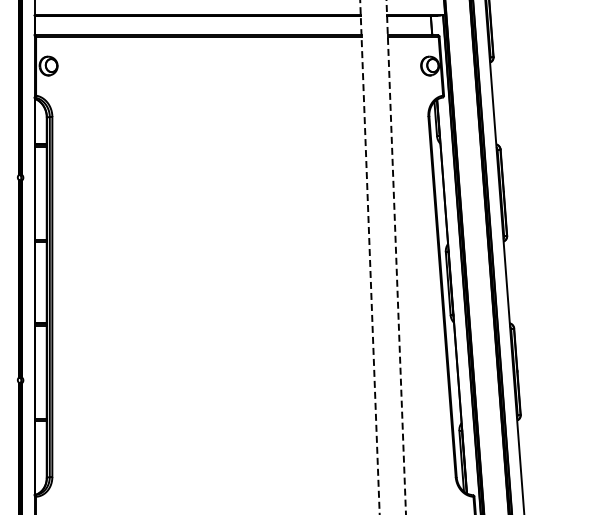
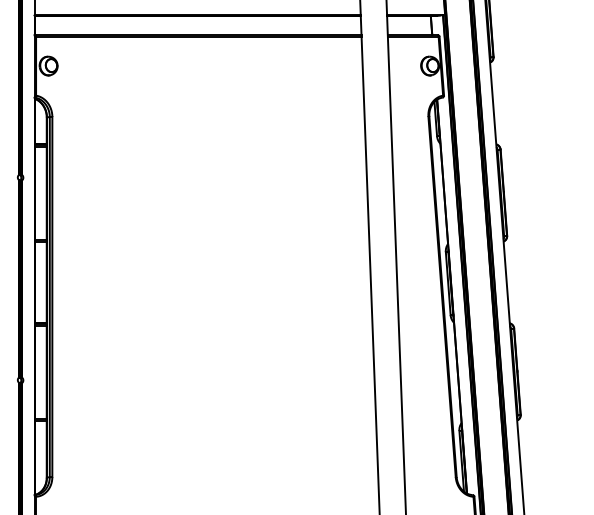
line at (369, 257): dashed -> solid
line at (396, 257): dashed -> solid
